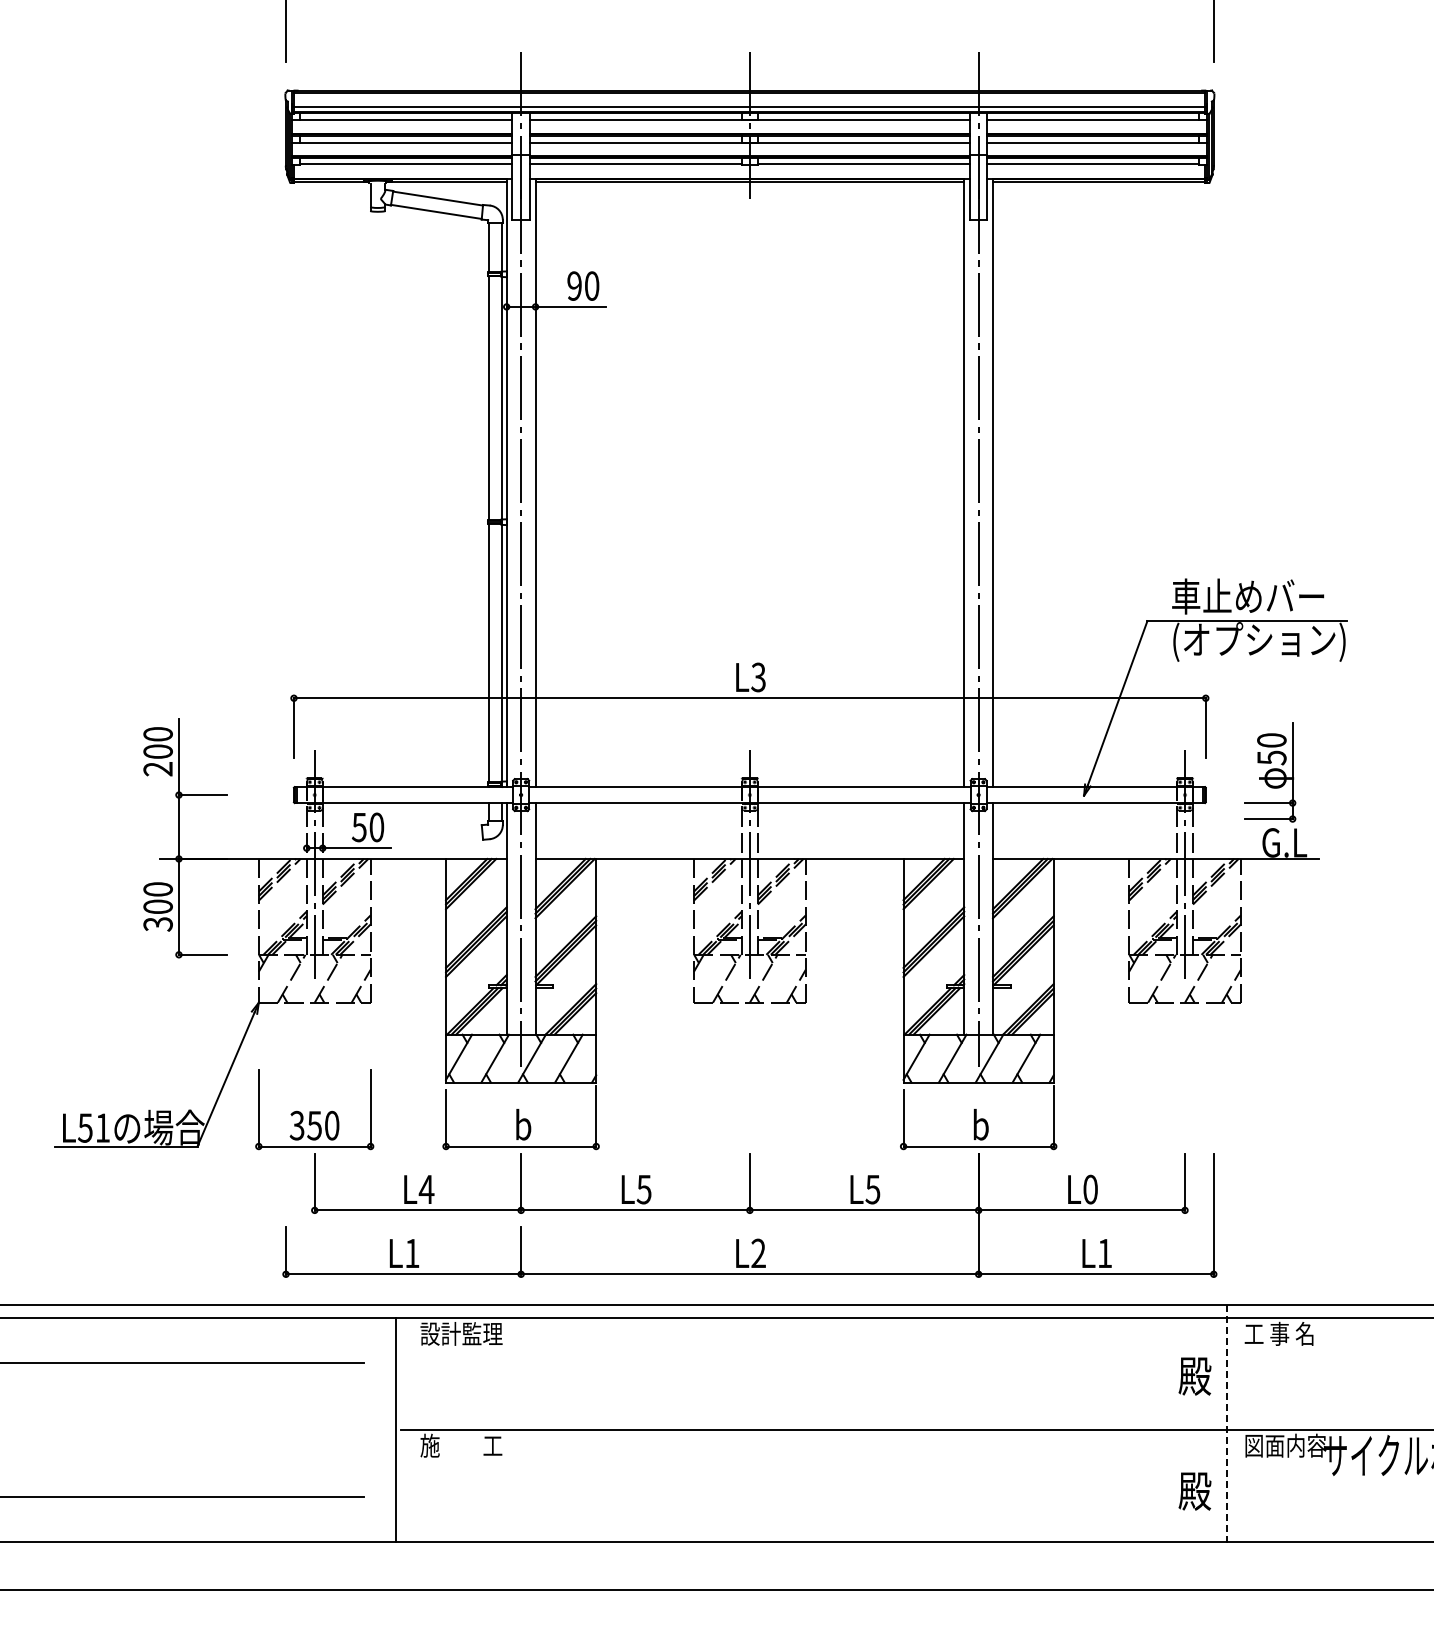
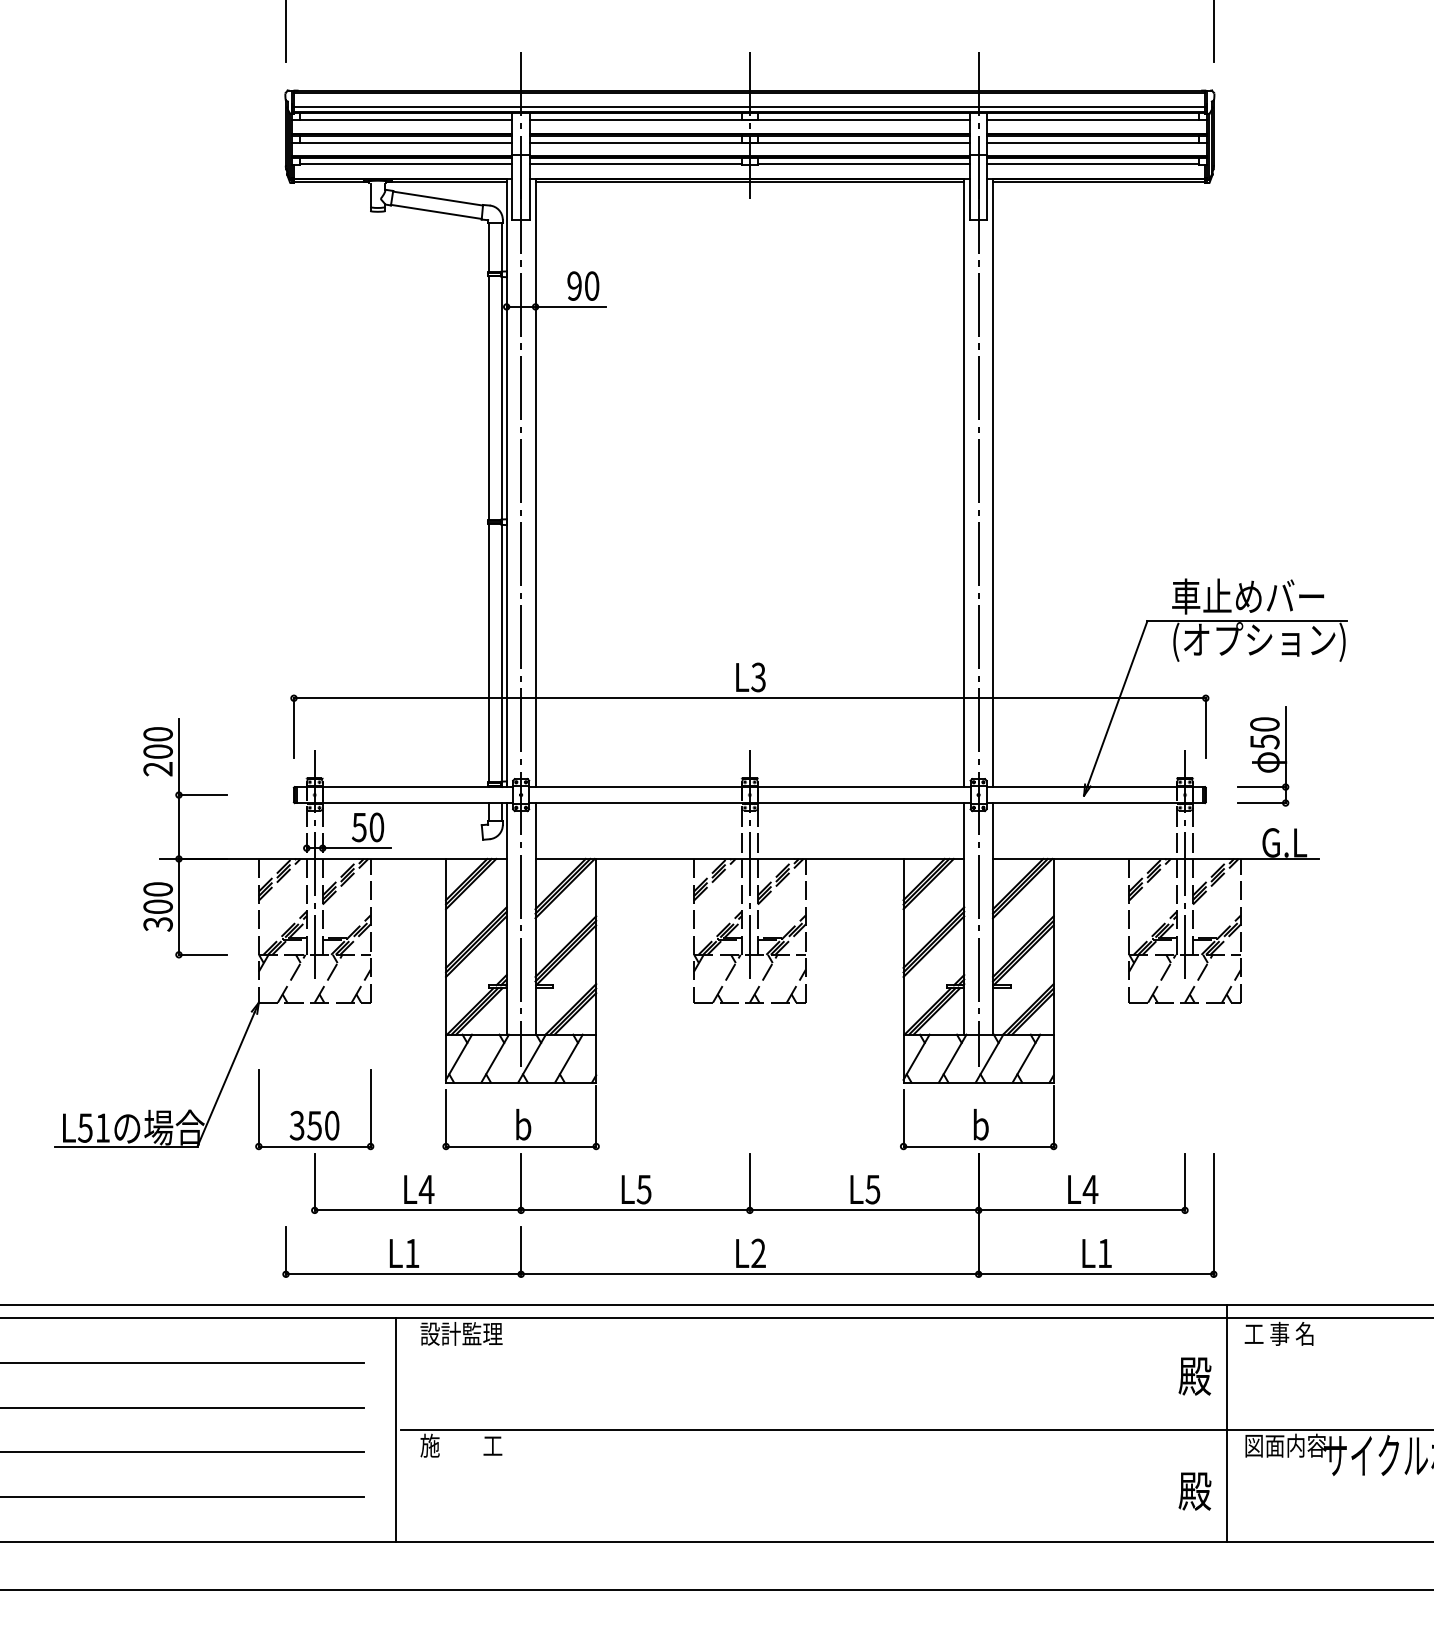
part at (1270, 772) position: (1270, 772) -> (1263, 756)
text at (1090, 1189): L0 -> L4
line at (183, 1407): none -> present
line at (1226, 1424): dashed -> solid
line at (183, 1452): none -> present
